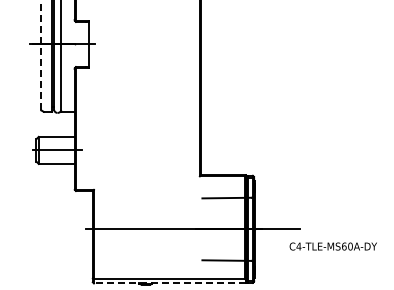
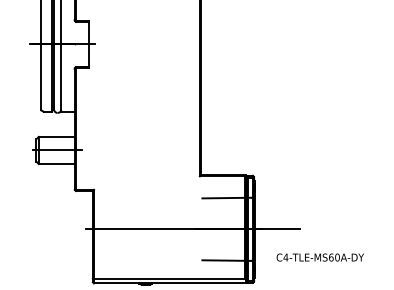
line at (41, 54): dashed -> solid
text at (332, 246) position: (332, 246) -> (319, 257)
line at (169, 283): dashed -> solid
